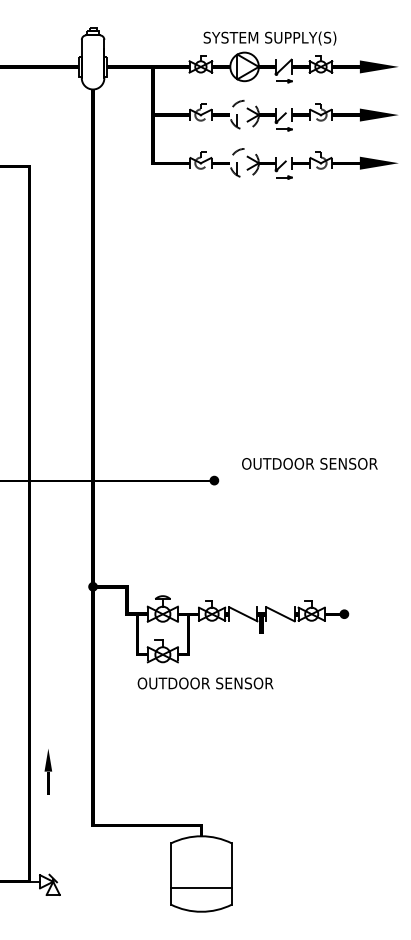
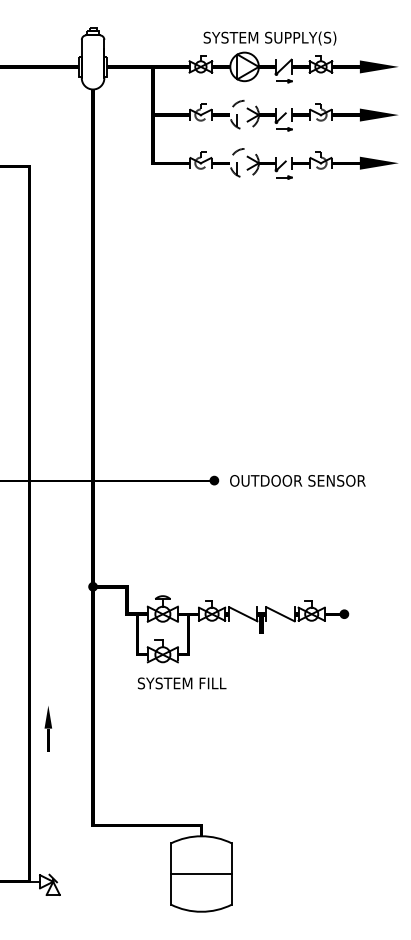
text at (309, 463) position: (309, 463) -> (297, 480)
text at (205, 683): OUTDOOR SENSOR -> SYSTEM FILL
part at (47, 771) position: (47, 771) -> (47, 728)
line at (201, 888) position: (201, 888) -> (201, 874)
